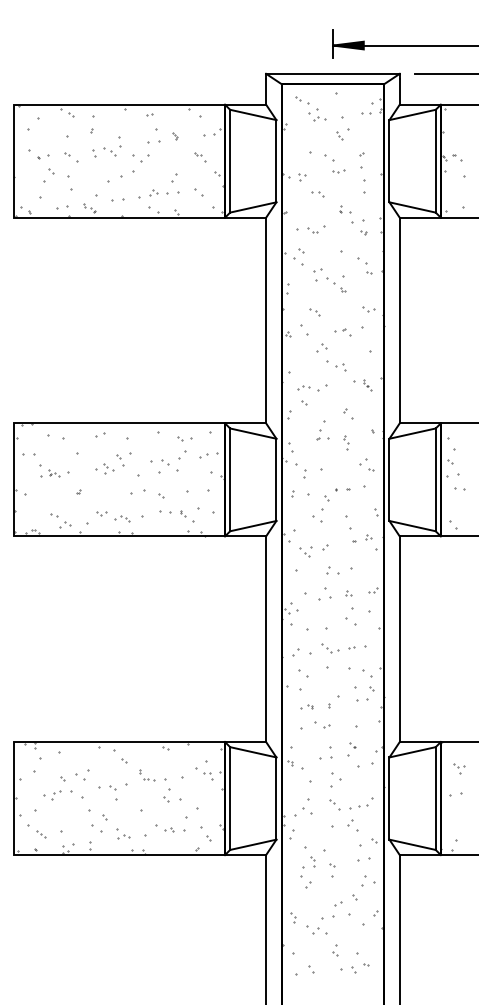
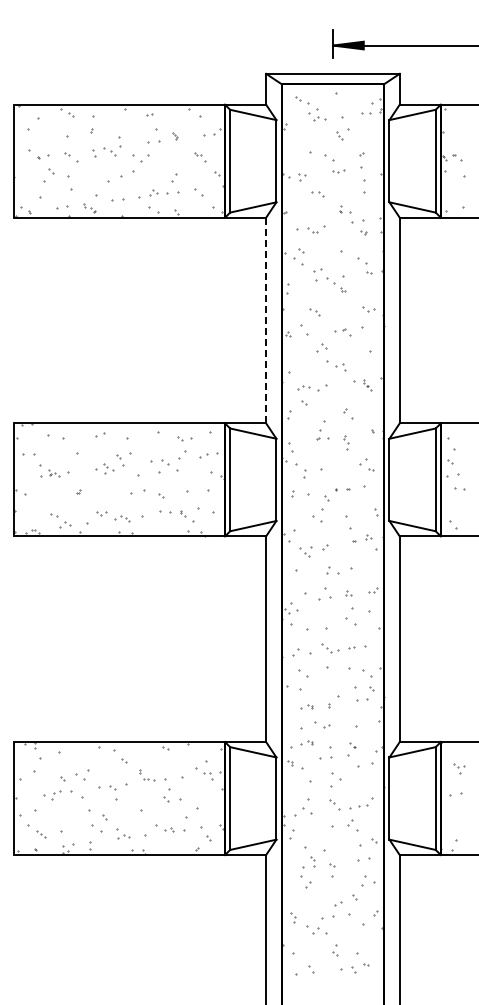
line at (445, 73): present -> none
line at (266, 320): solid -> dashed
part at (306, 742): none -> present
